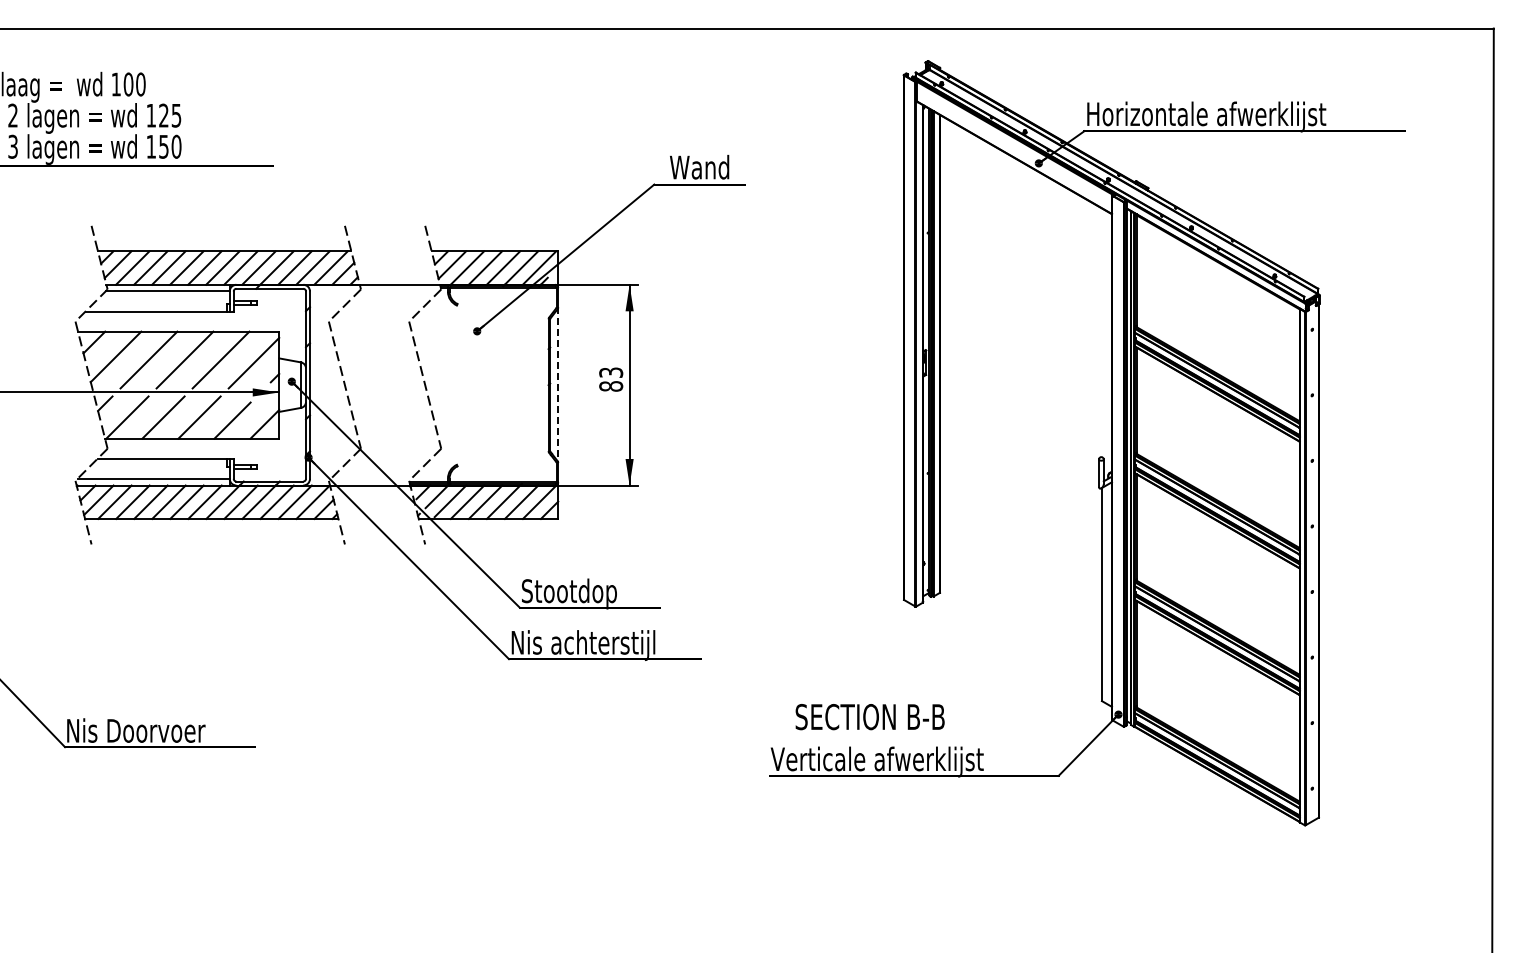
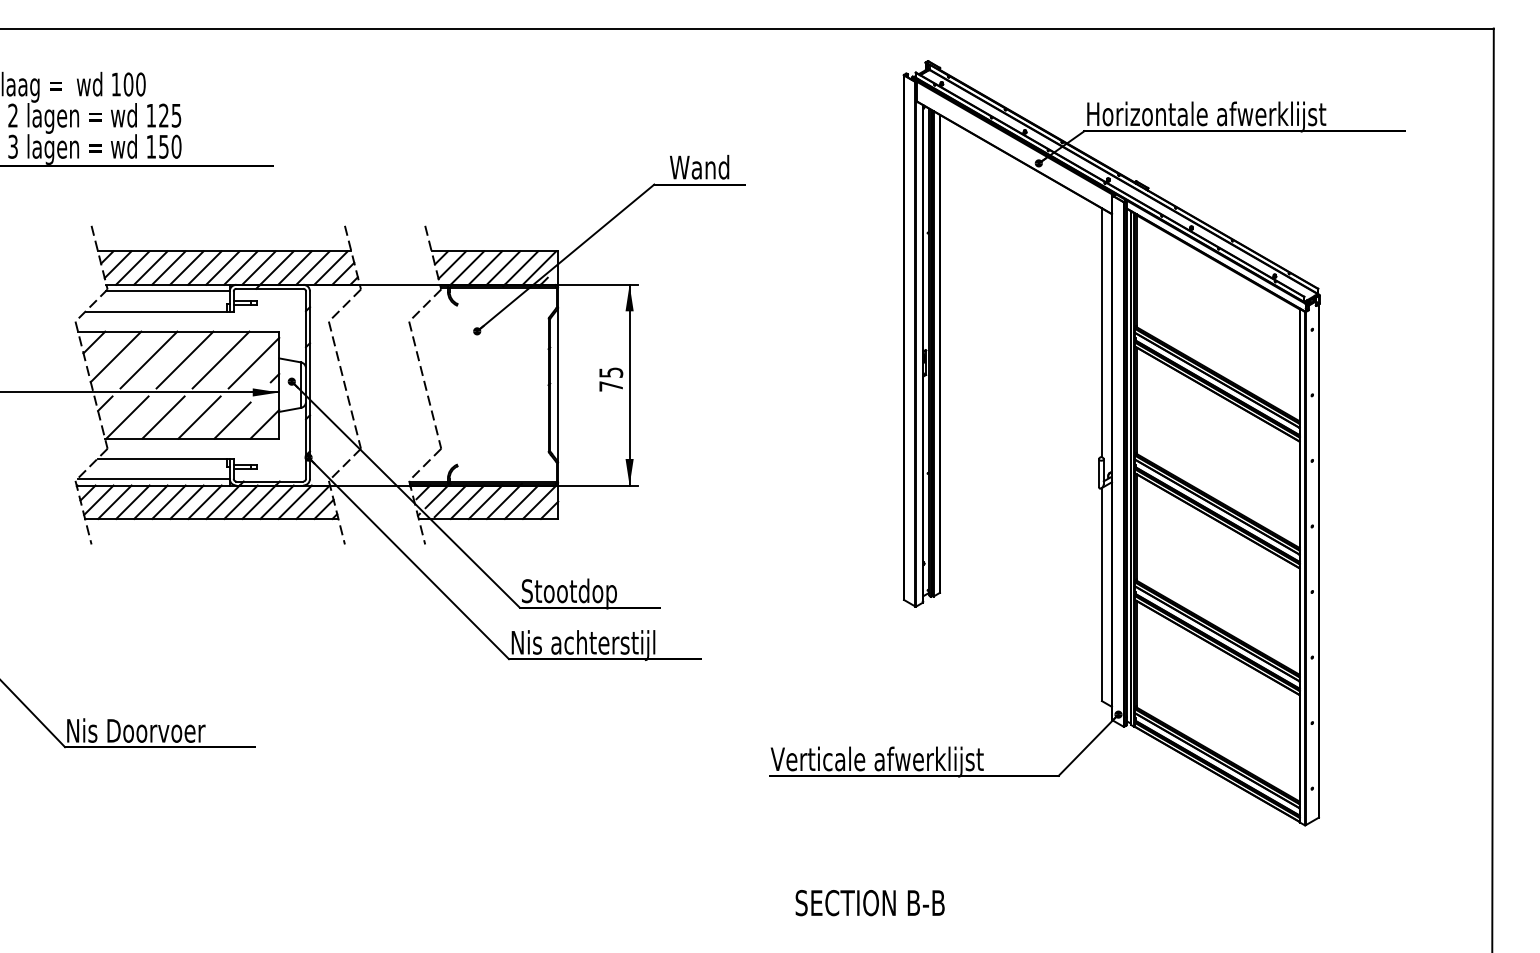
line at (1101, 332): none -> present
text at (611, 379): 83 -> 75
line at (558, 385): dashed -> solid
text at (869, 717) position: (869, 717) -> (869, 903)
